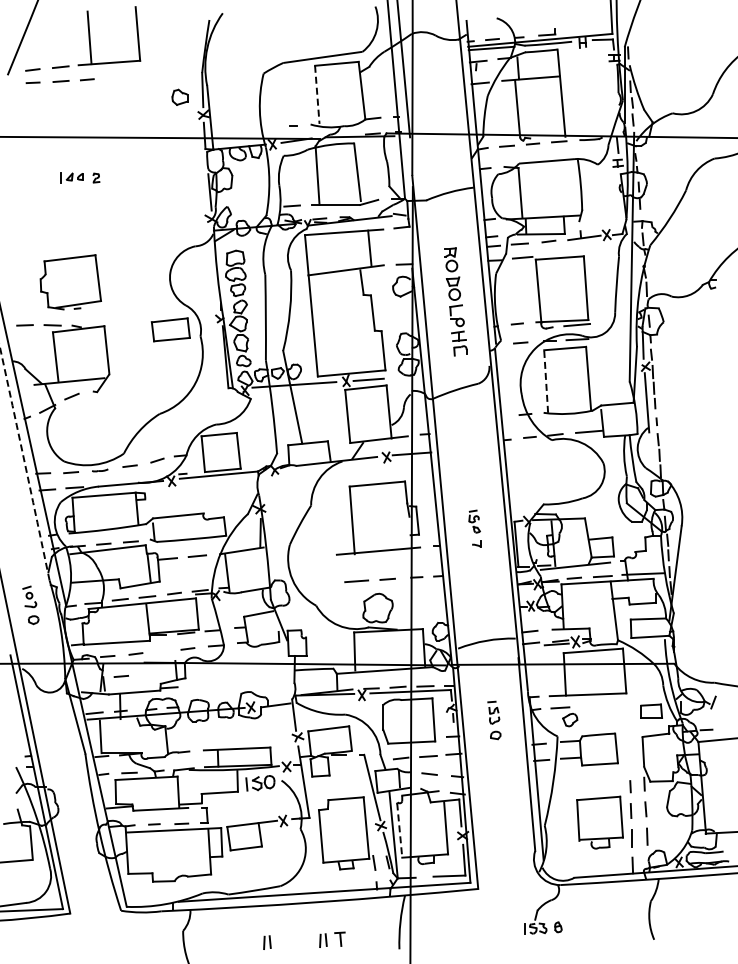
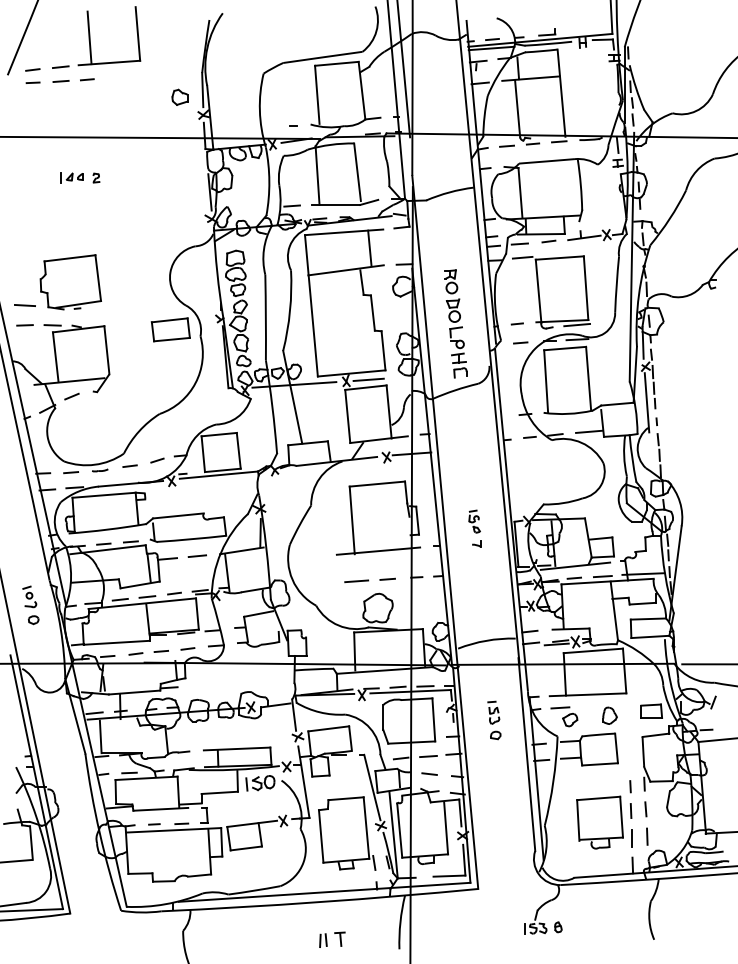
line at (317, 95): dashed -> solid
part at (455, 301) position: (455, 301) -> (455, 323)
line at (24, 305): none -> present
line at (546, 381): dashed -> solid
arc at (24, 462): dashed -> solid
line at (708, 664): none -> present
line at (120, 676) position: (120, 676) -> (160, 651)
part at (609, 715): none -> present
line at (399, 831): dashed -> solid
part at (267, 942): present -> none
